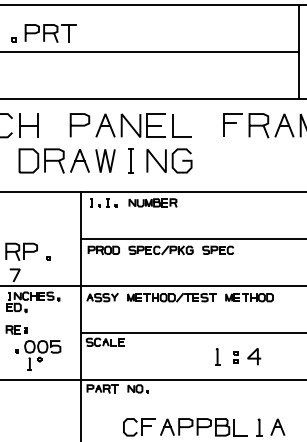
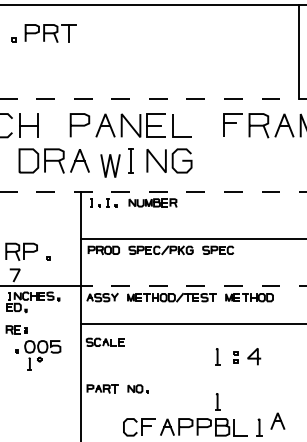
line at (150, 51): present -> none
line at (153, 98): solid -> dashed
line at (106, 160) position: (106, 160) -> (111, 165)
line at (153, 192): solid -> dashed
line at (194, 286): solid -> dashed
line at (192, 333) position: (192, 333) -> (192, 324)
line at (152, 380): present -> none
part at (217, 401): none -> present
part at (277, 426) position: (277, 426) -> (277, 420)
